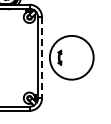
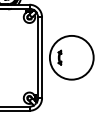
line at (42, 58): dashed -> solid
